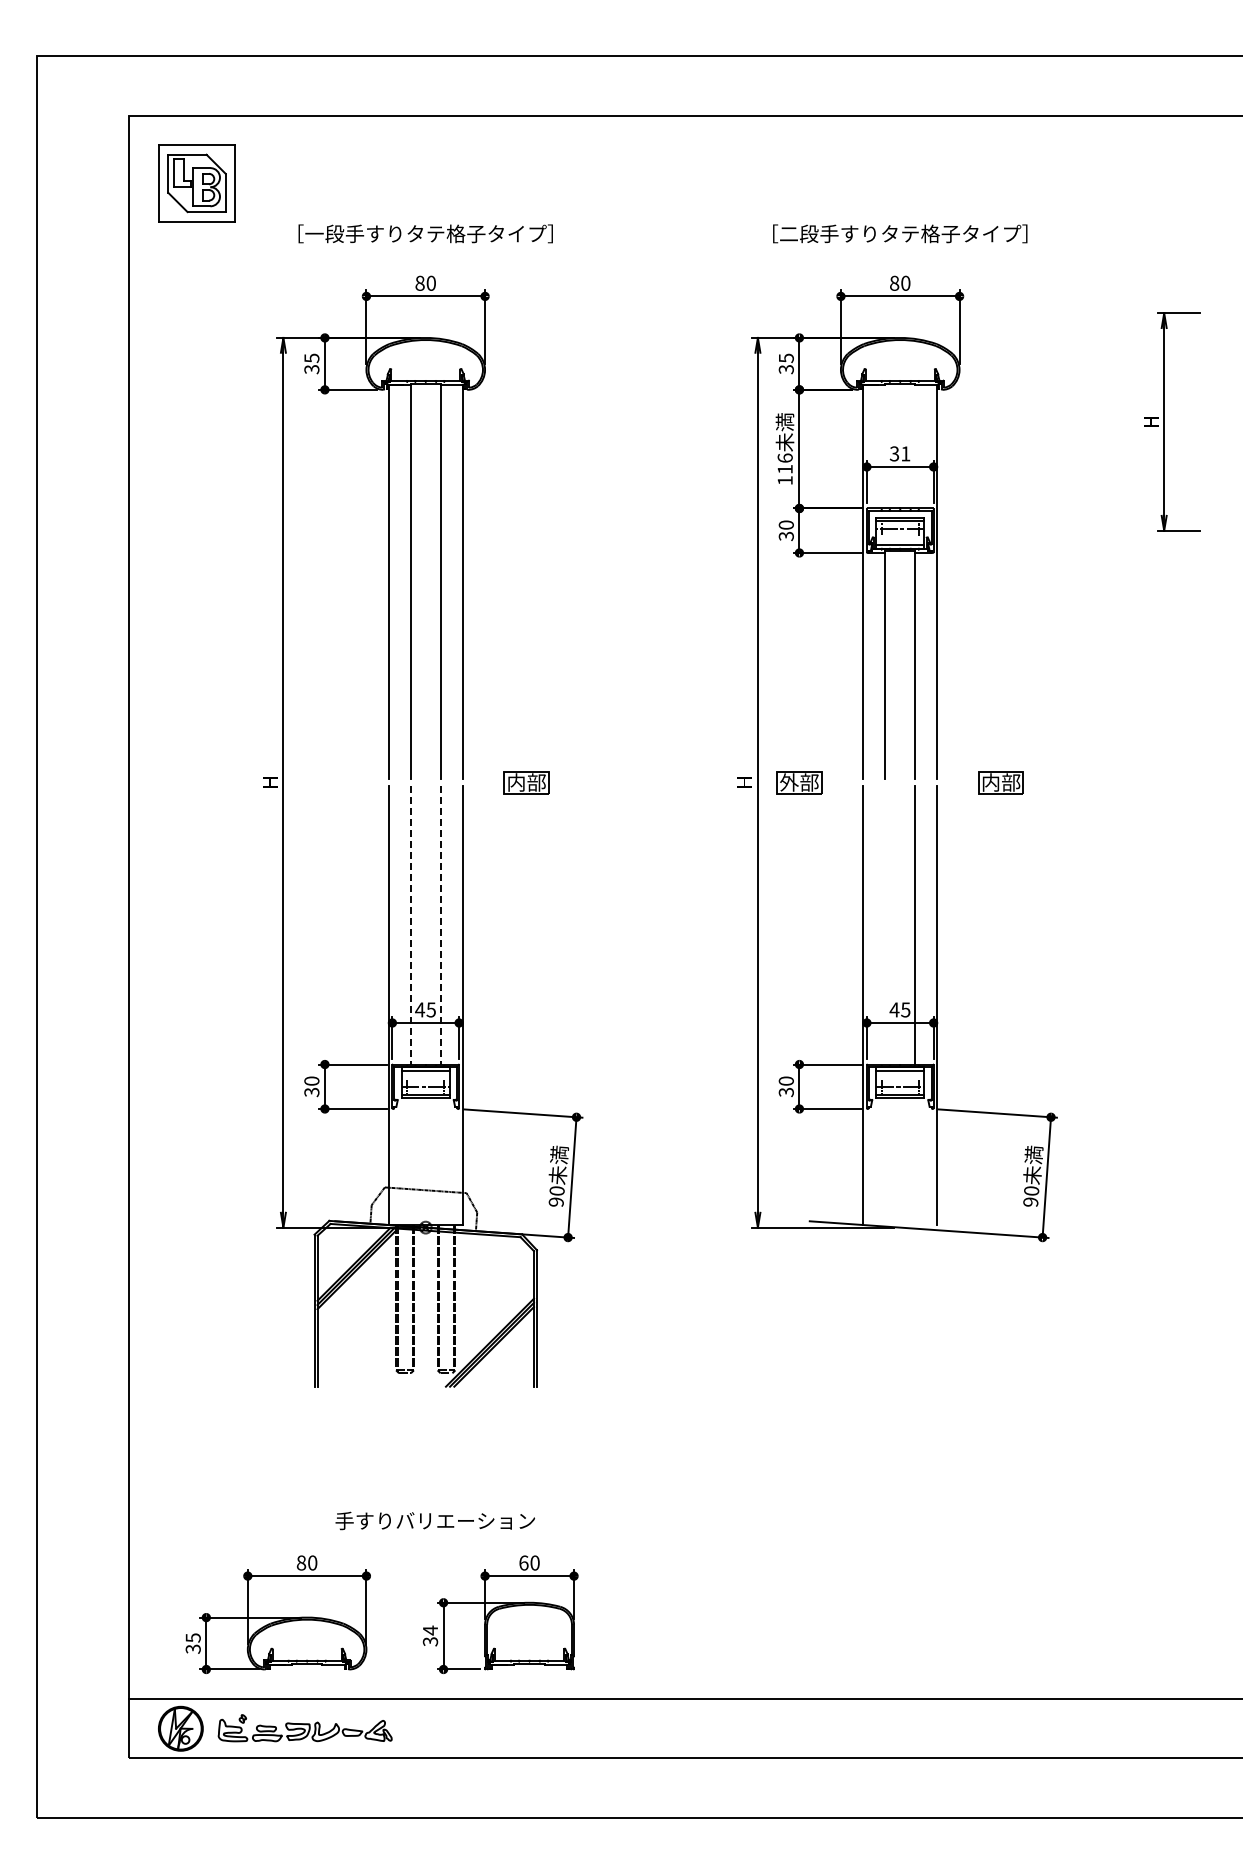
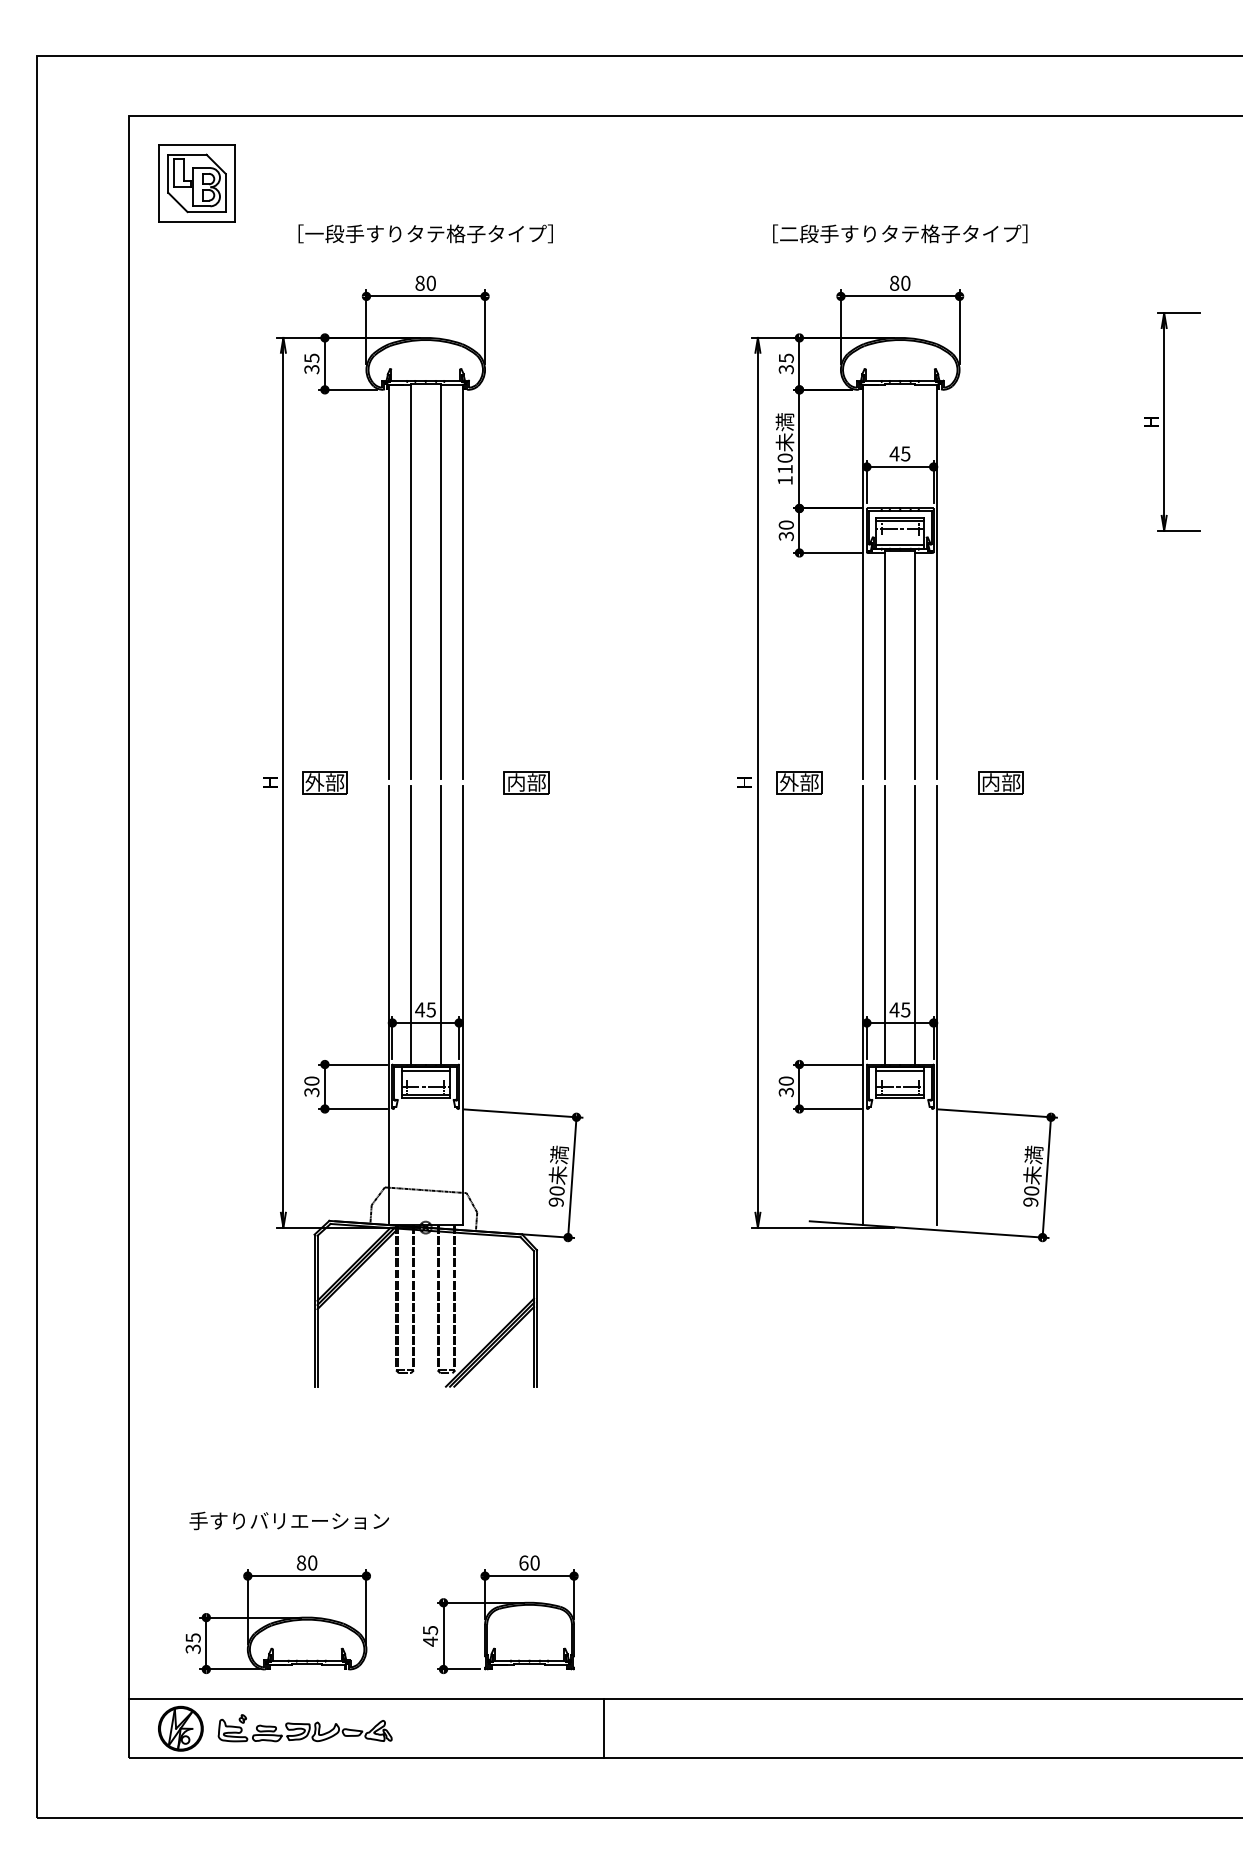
text at (899, 453): 31 -> 45
text at (784, 457): 116 -> 110
part at (324, 782): none -> present
line at (885, 925): none -> present
line at (410, 926): dashed -> solid
line at (440, 926): dashed -> solid
text at (434, 1520) position: (434, 1520) -> (288, 1520)
text at (430, 1635): 34 -> 45
line at (603, 1728): none -> present
